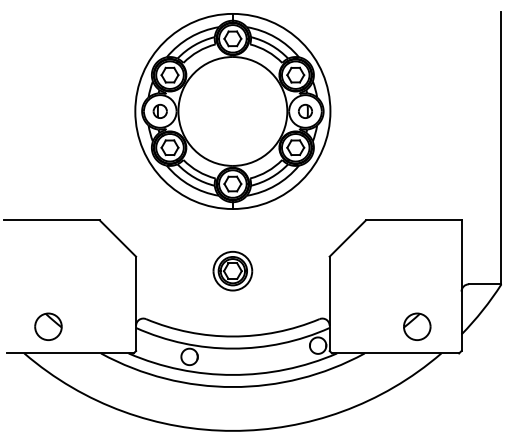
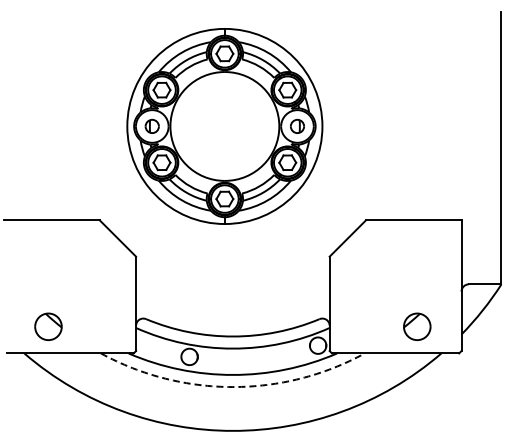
part at (232, 111) position: (232, 111) -> (224, 126)
part at (232, 270): present -> none
arc at (232, 387): solid -> dashed
